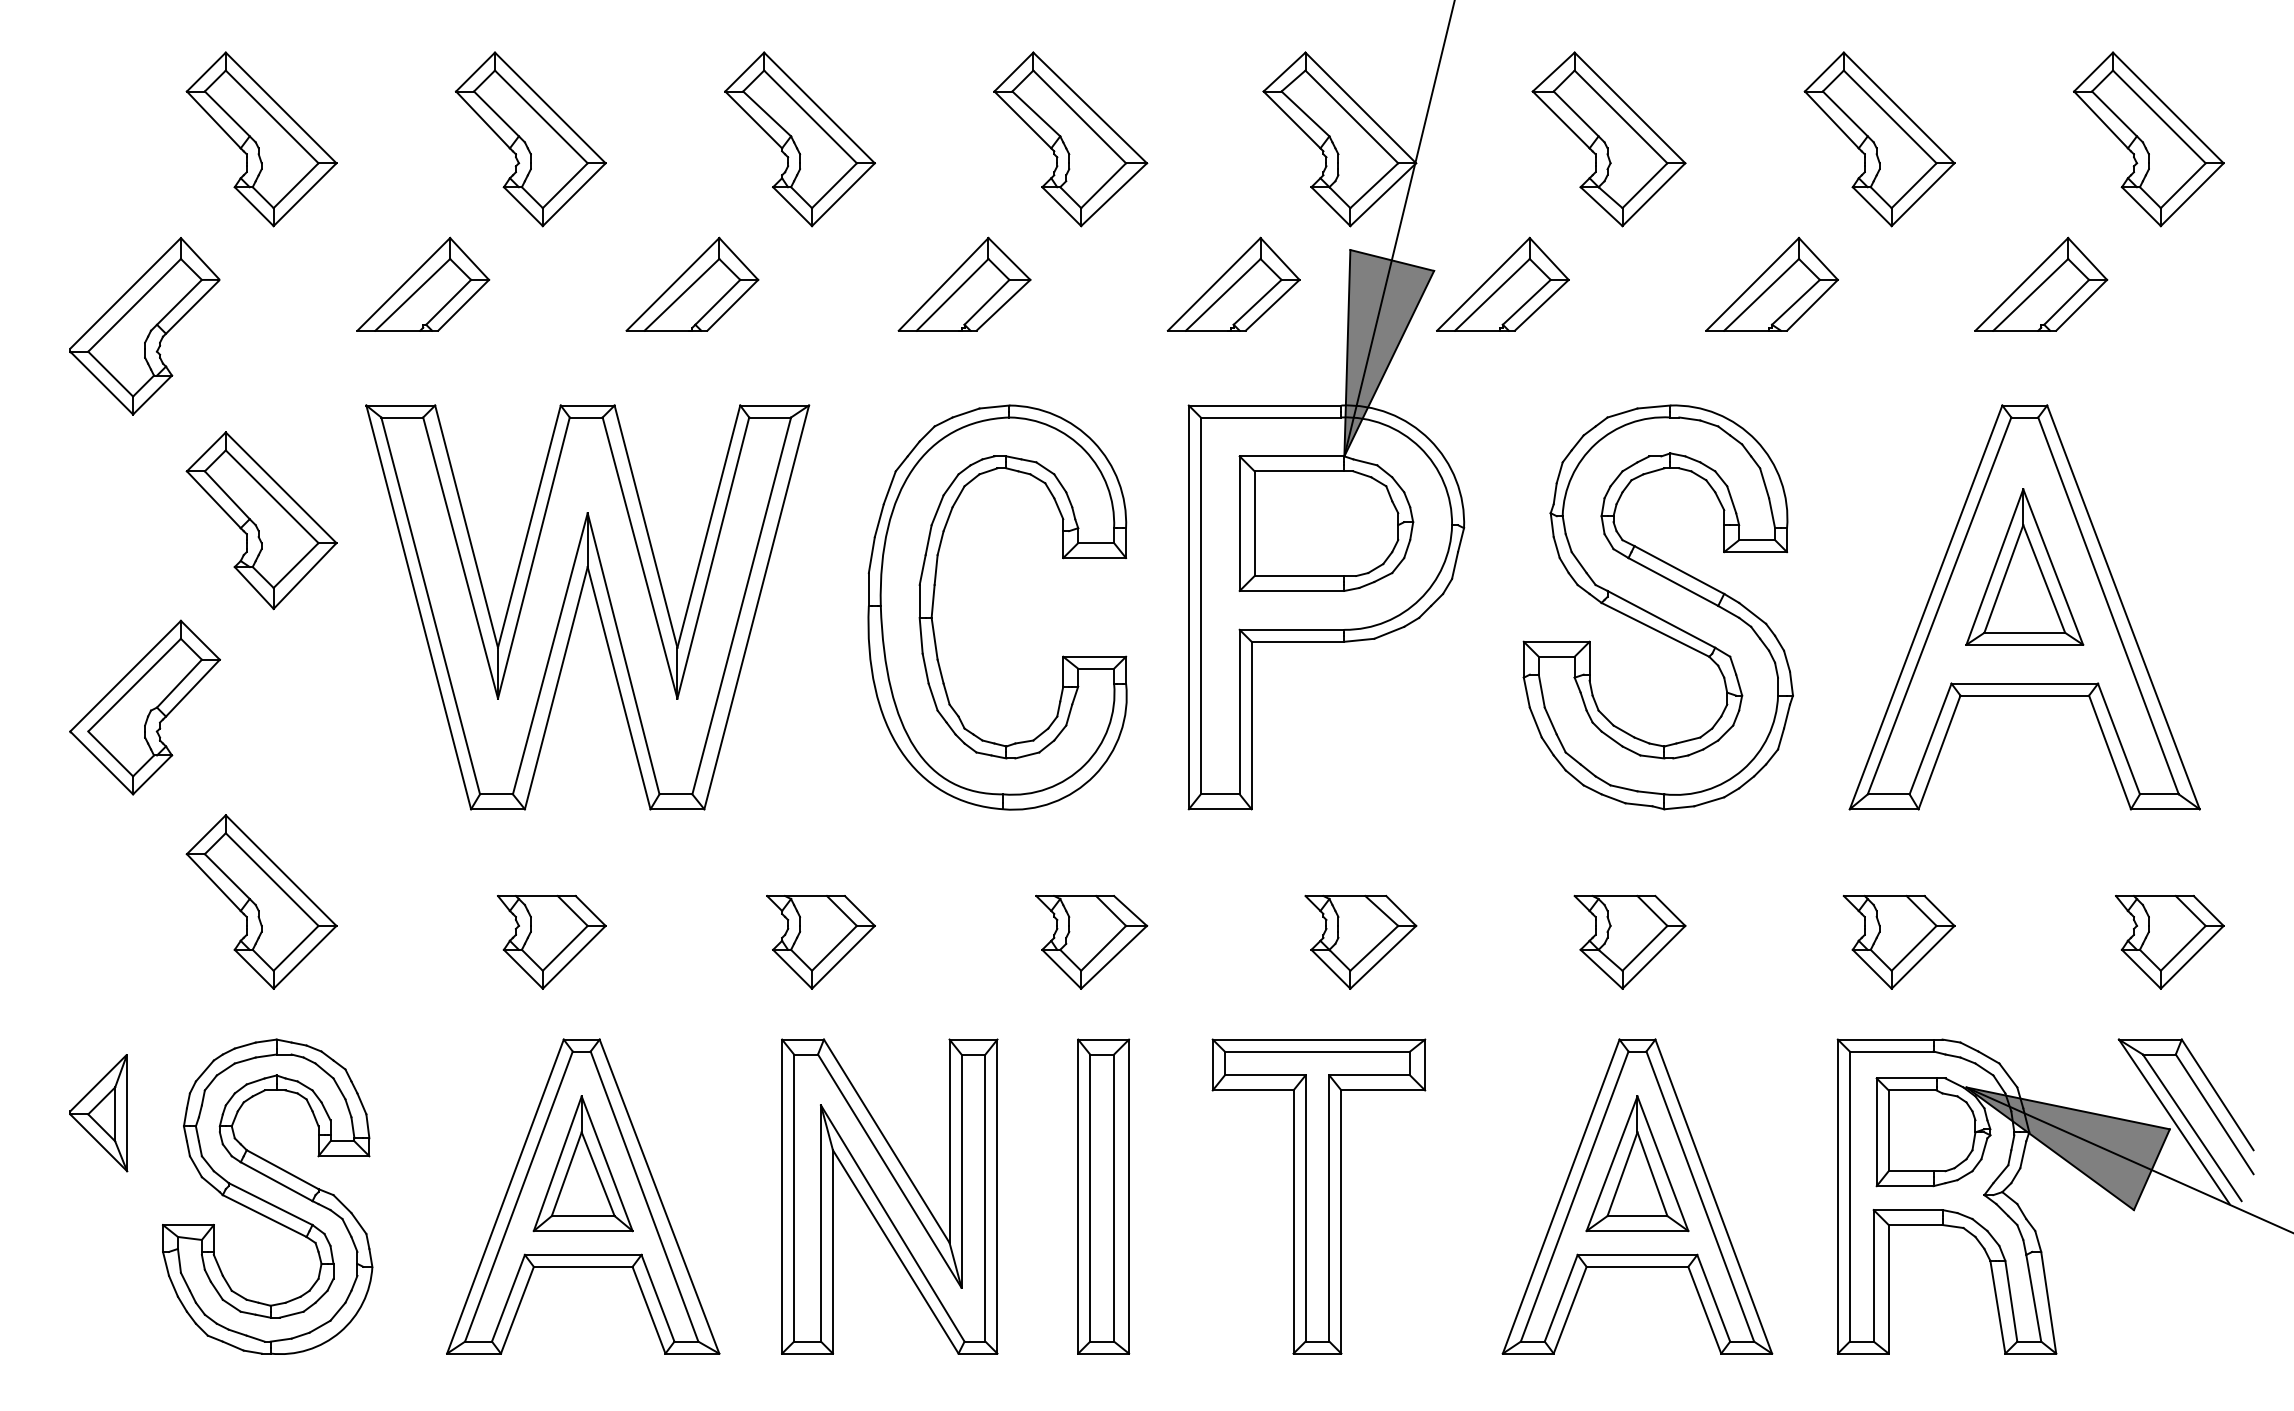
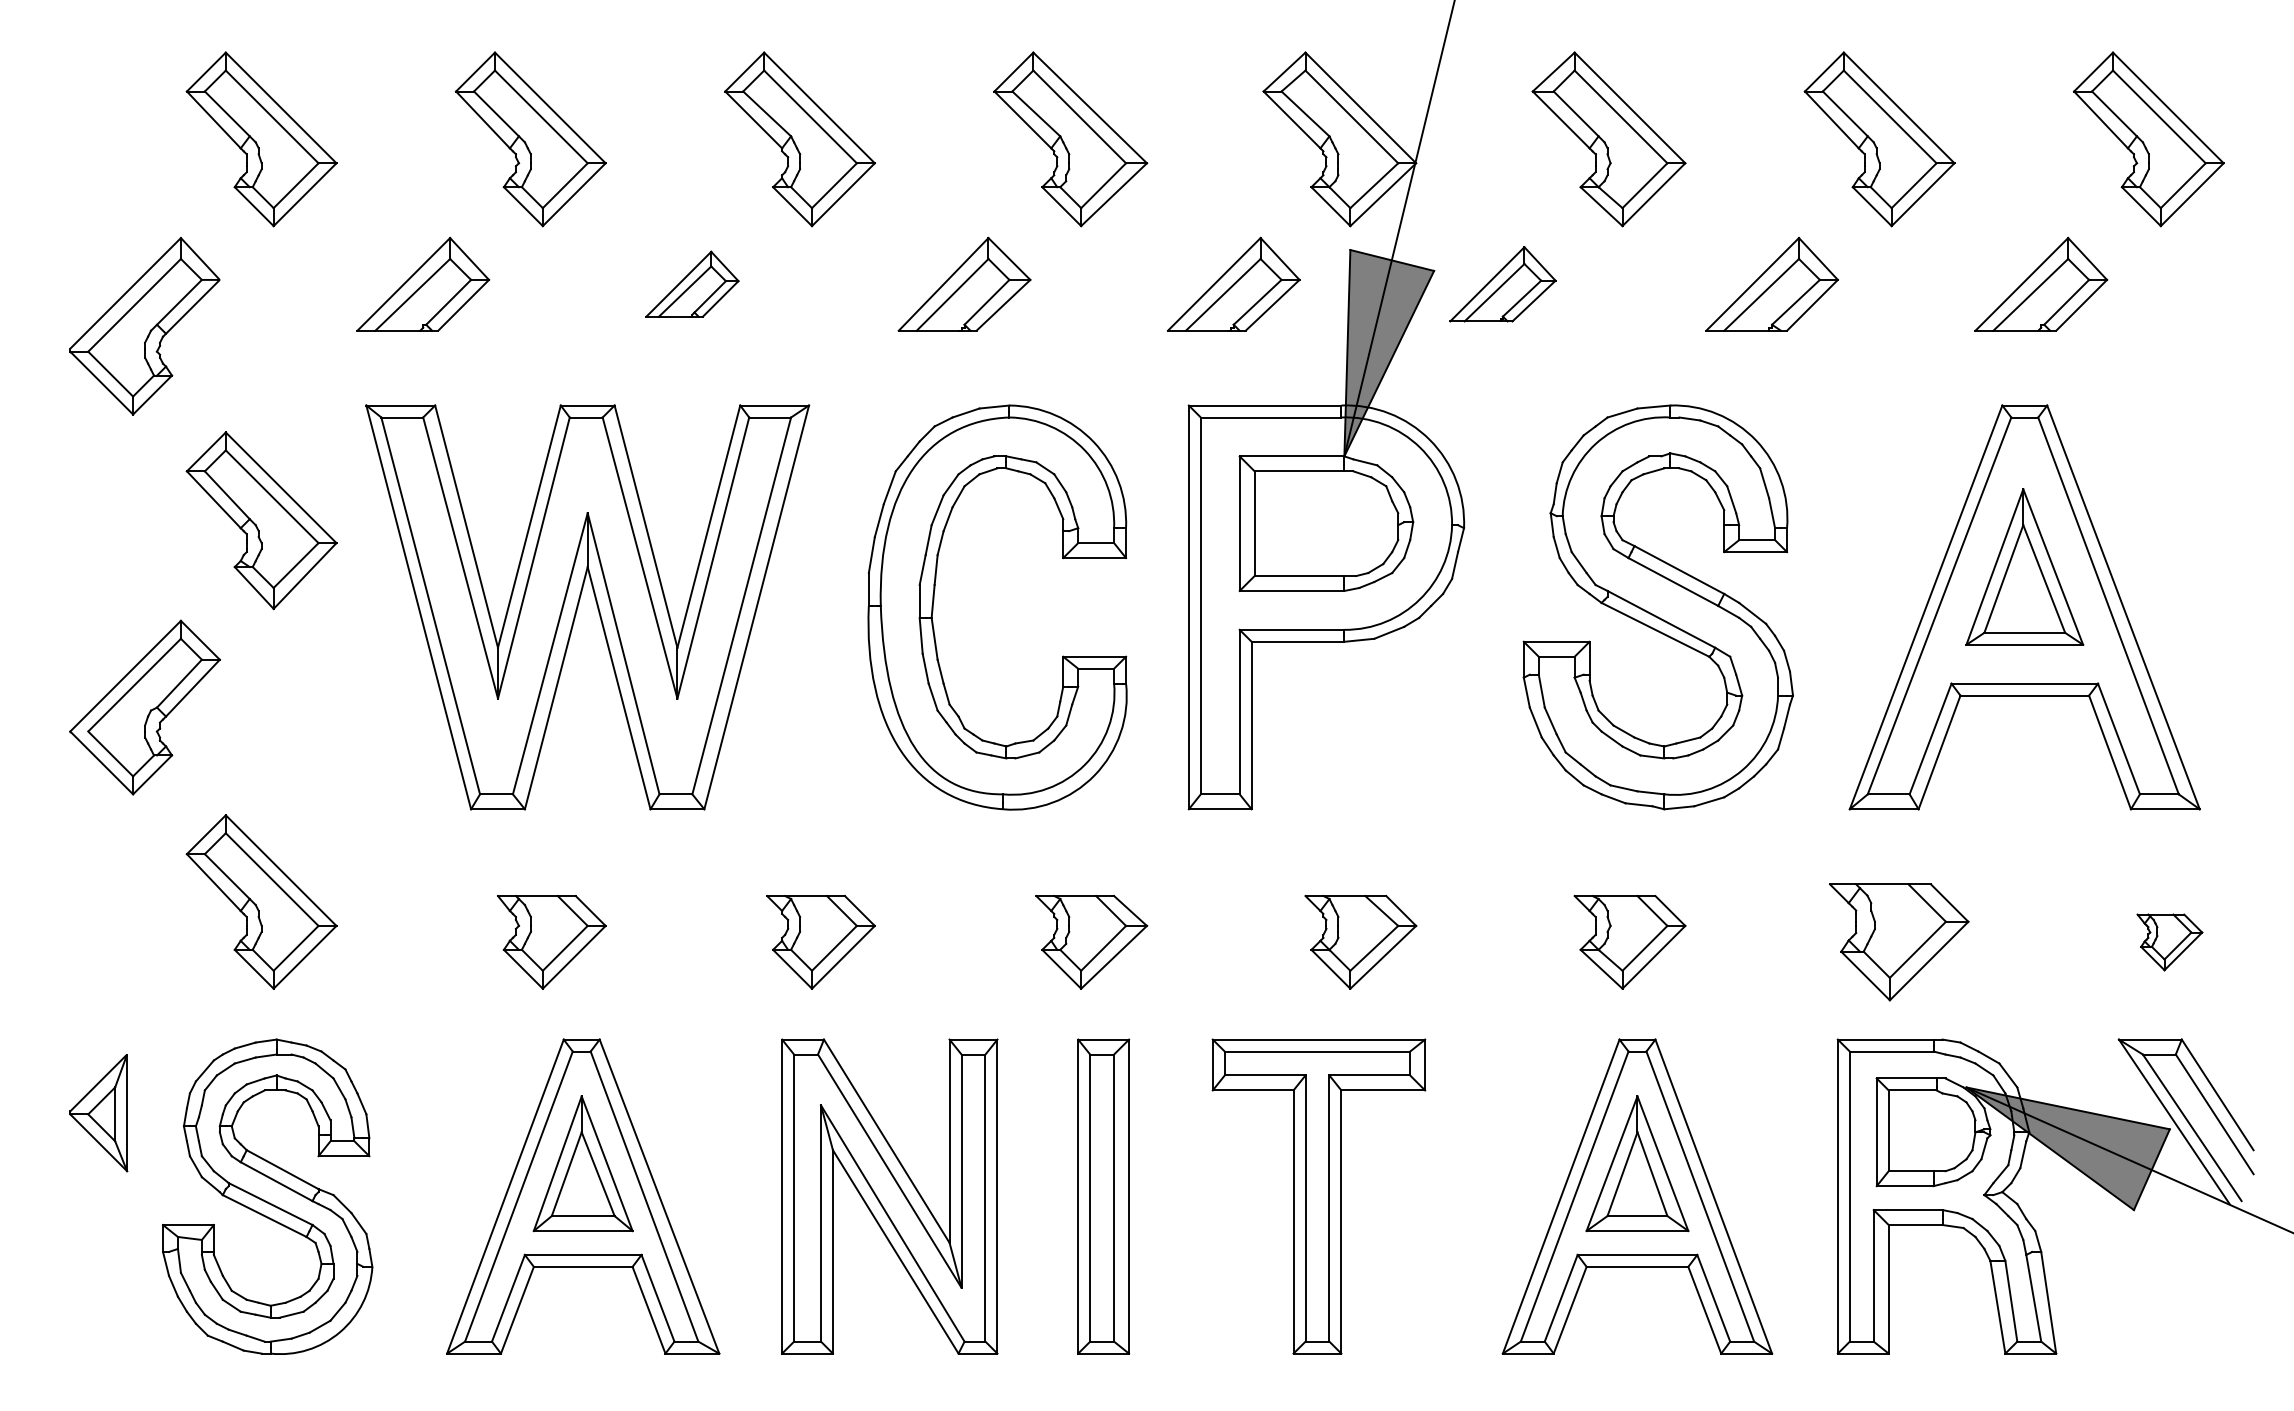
part at (692, 283) size: 135x96 px -> 95x68 px
part at (1502, 283) size: 134x96 px -> 108x77 px
part at (1898, 942) size: 114x95 px -> 141x119 px
part at (2169, 942) size: 110x95 px -> 68x59 px
